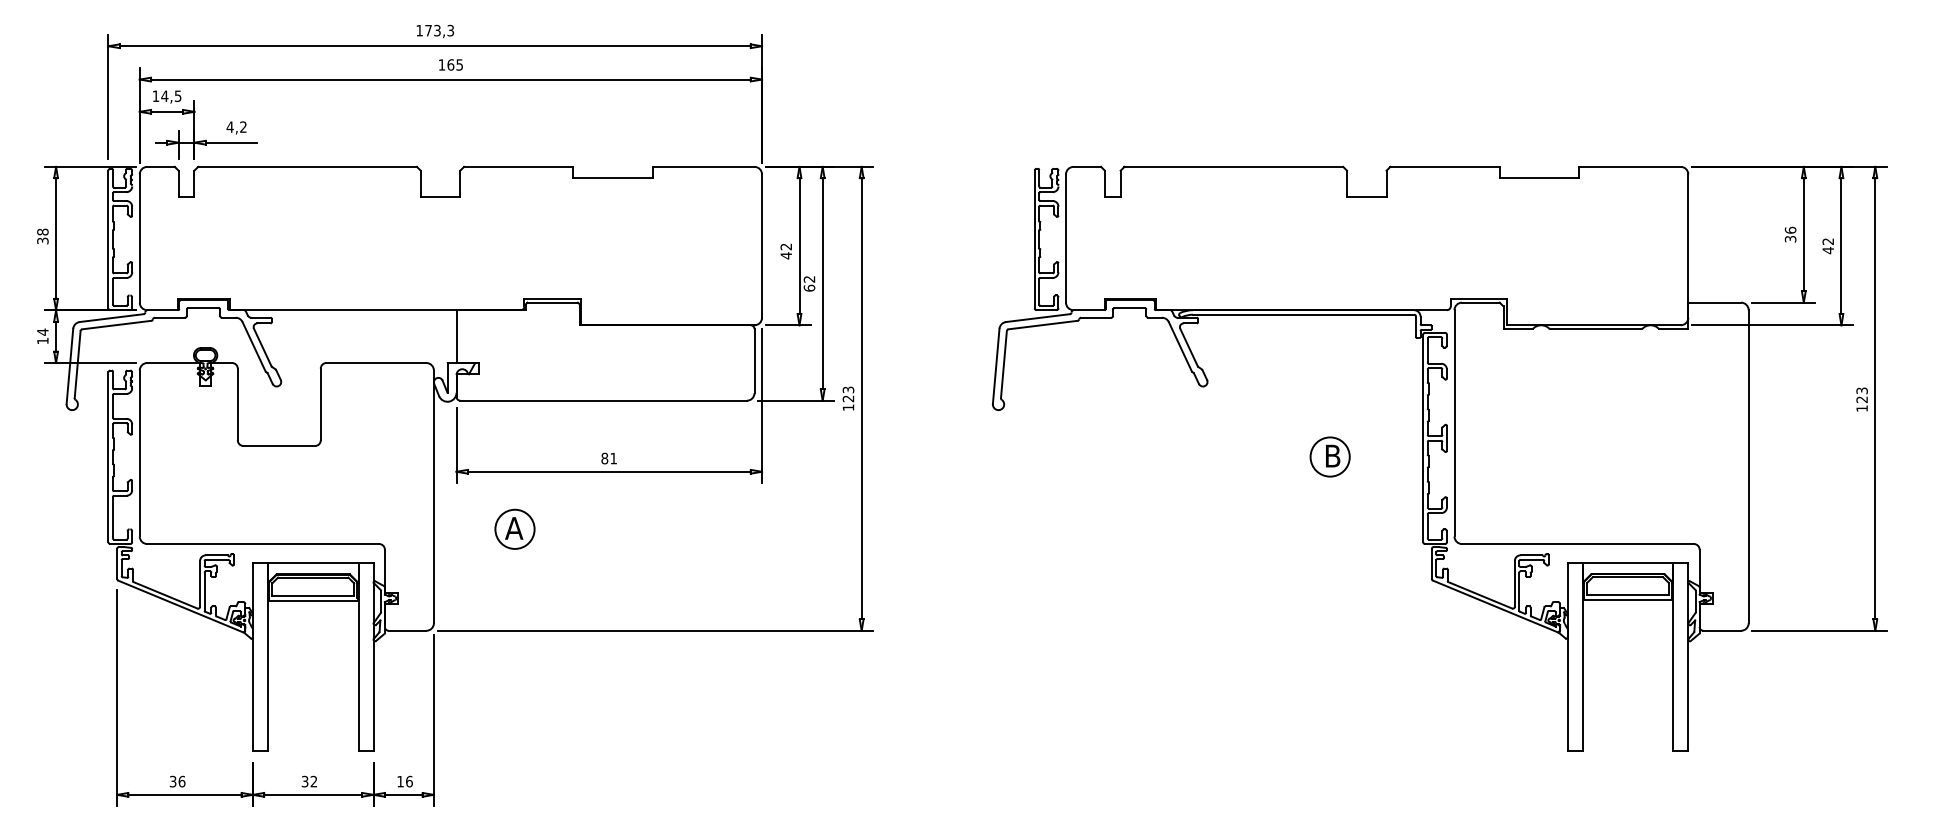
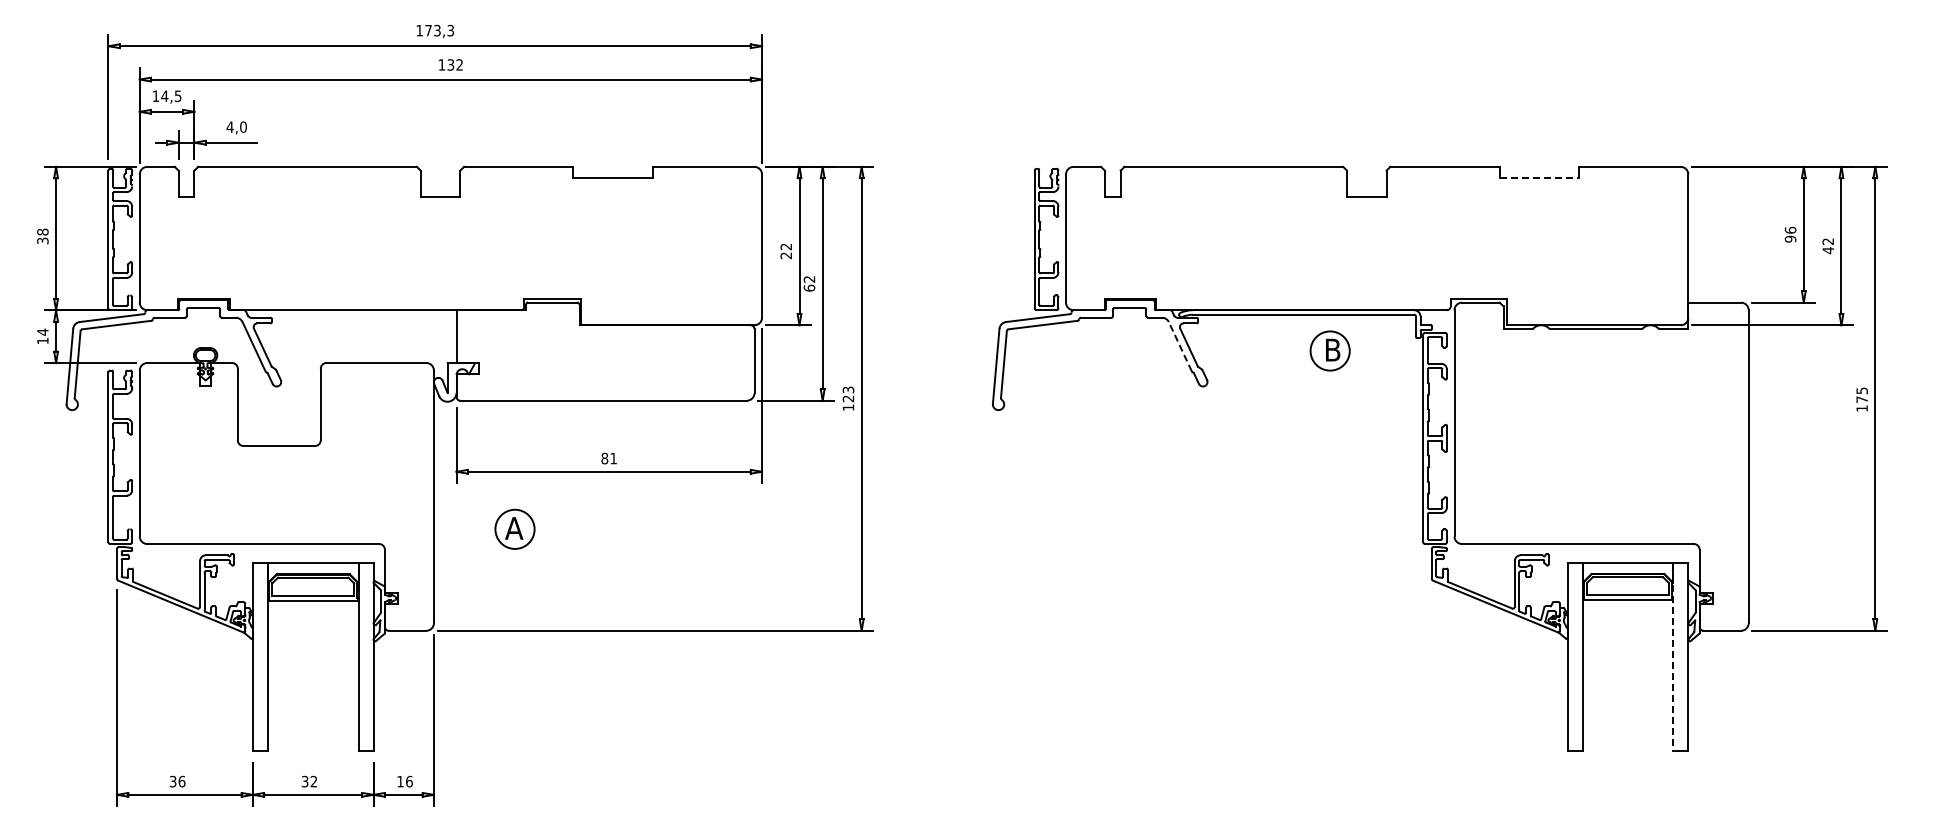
text at (454, 64): 165 -> 132
text at (243, 126): 4,2 -> 4,0
line at (1539, 178): solid -> dashed
text at (1790, 238): 36 -> 96
text at (785, 255): 42 -> 22
line at (1180, 346): solid -> dashed
text at (1861, 395): 123 -> 175
part at (1329, 456) position: (1329, 456) -> (1329, 350)
line at (1673, 657): solid -> dashed
